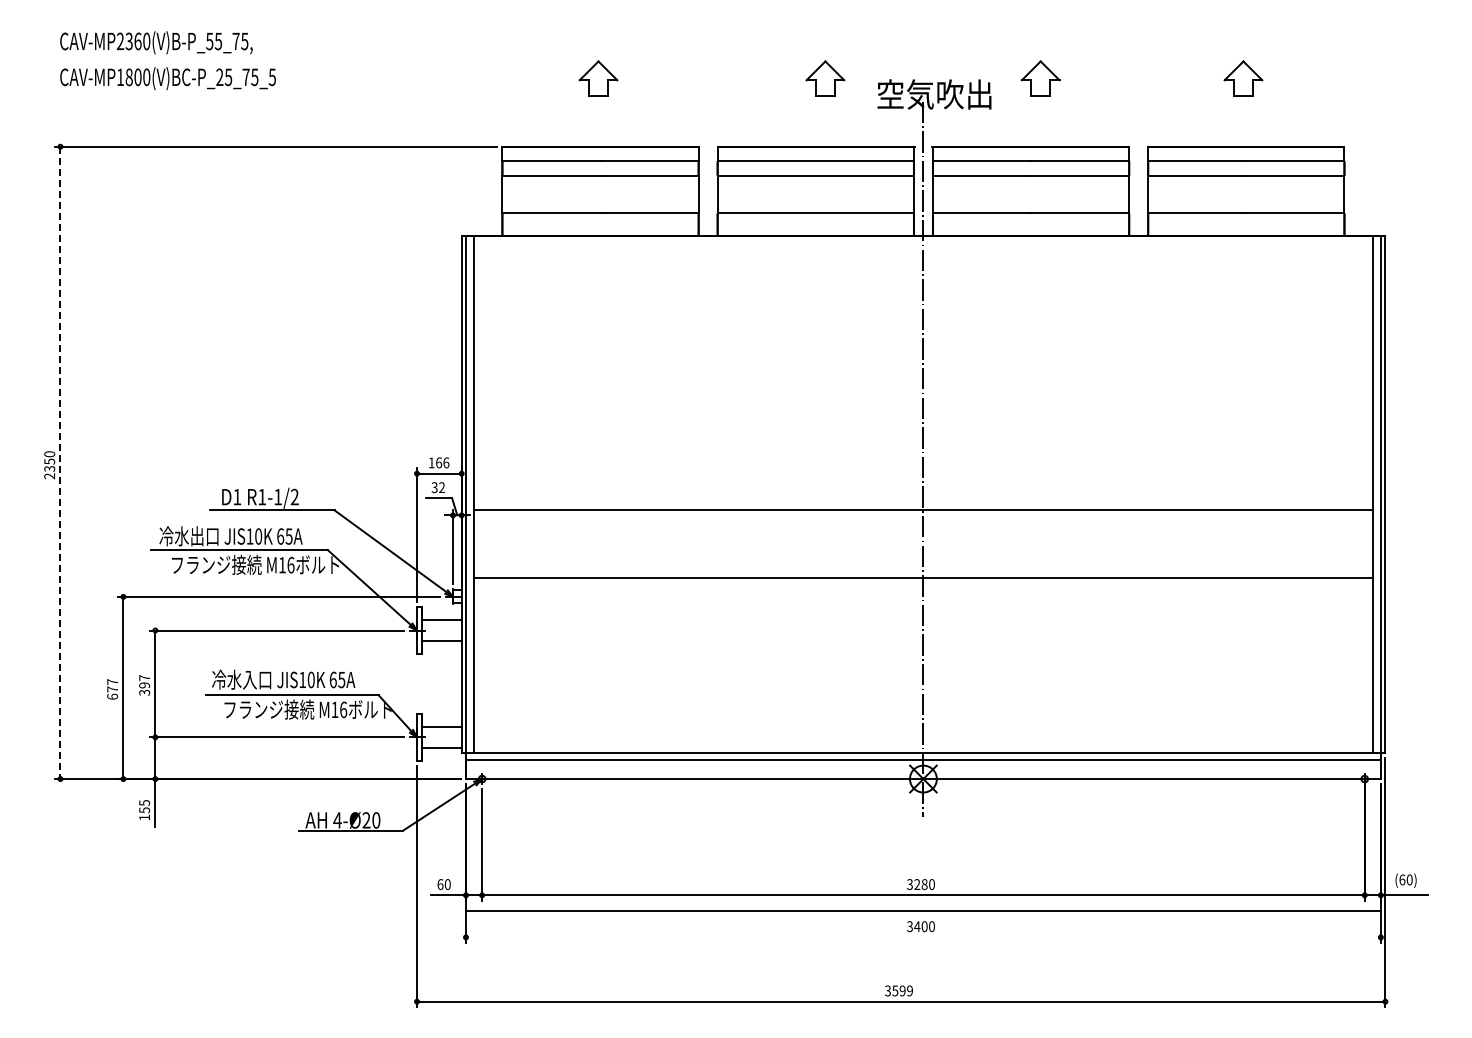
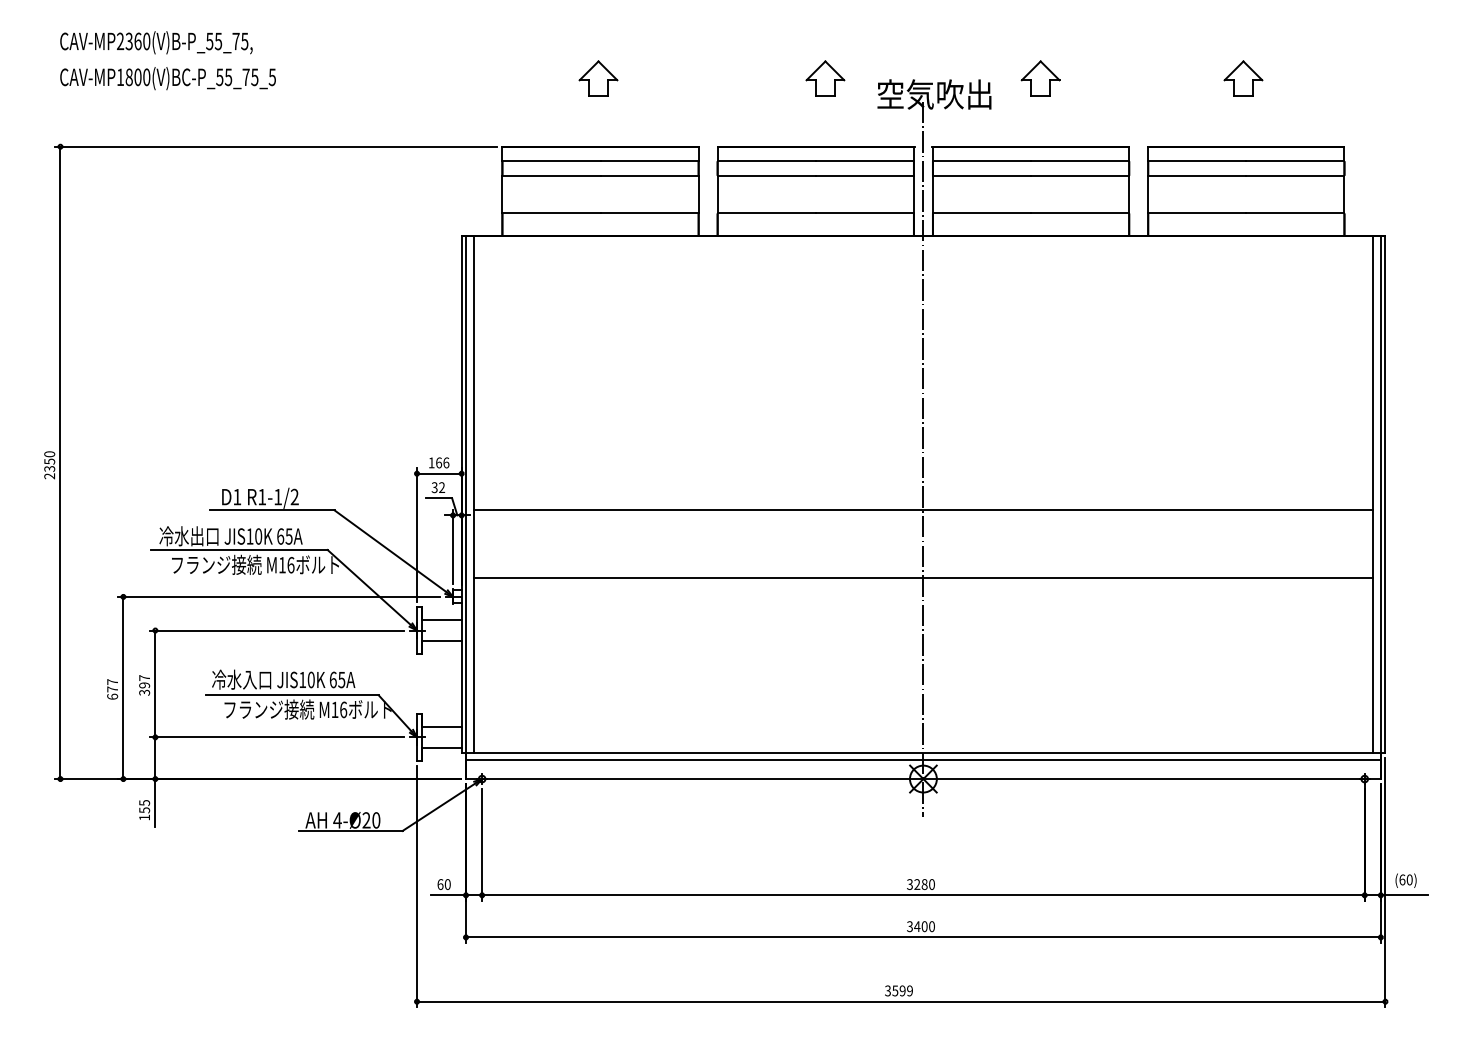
text at (219, 77): CAV-MP1800(V)BC-P_25_75_5 -> CAV-MP1800(V)BC-P_55_75_5
line at (60, 463): dashed -> solid
line at (922, 911) position: (922, 911) -> (922, 937)
